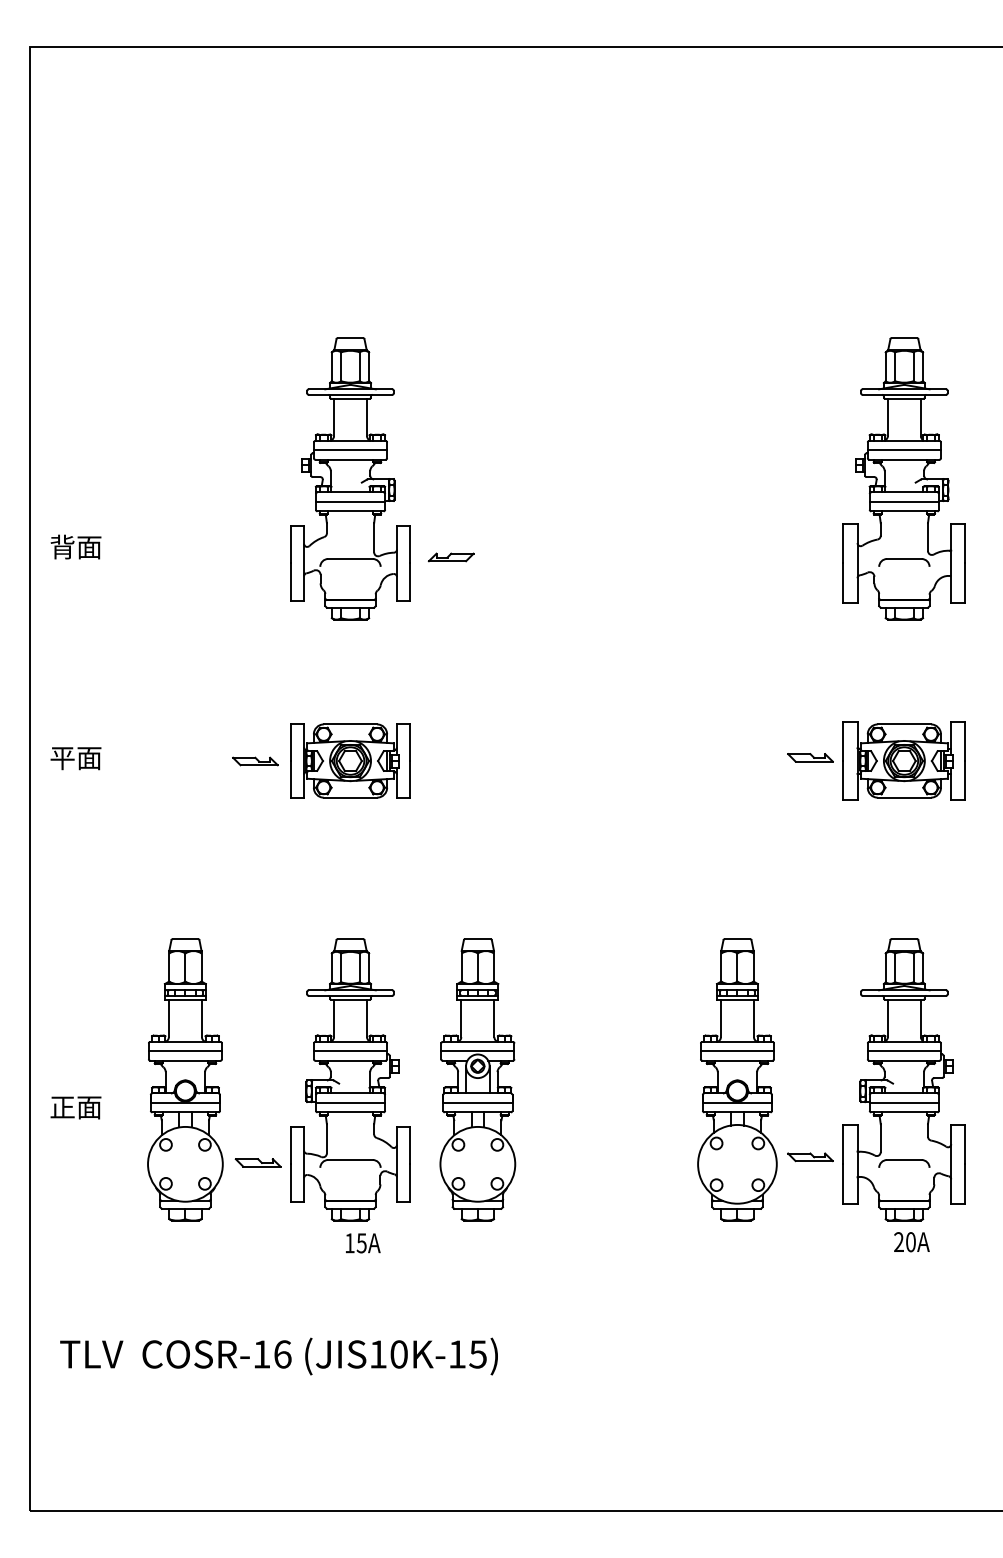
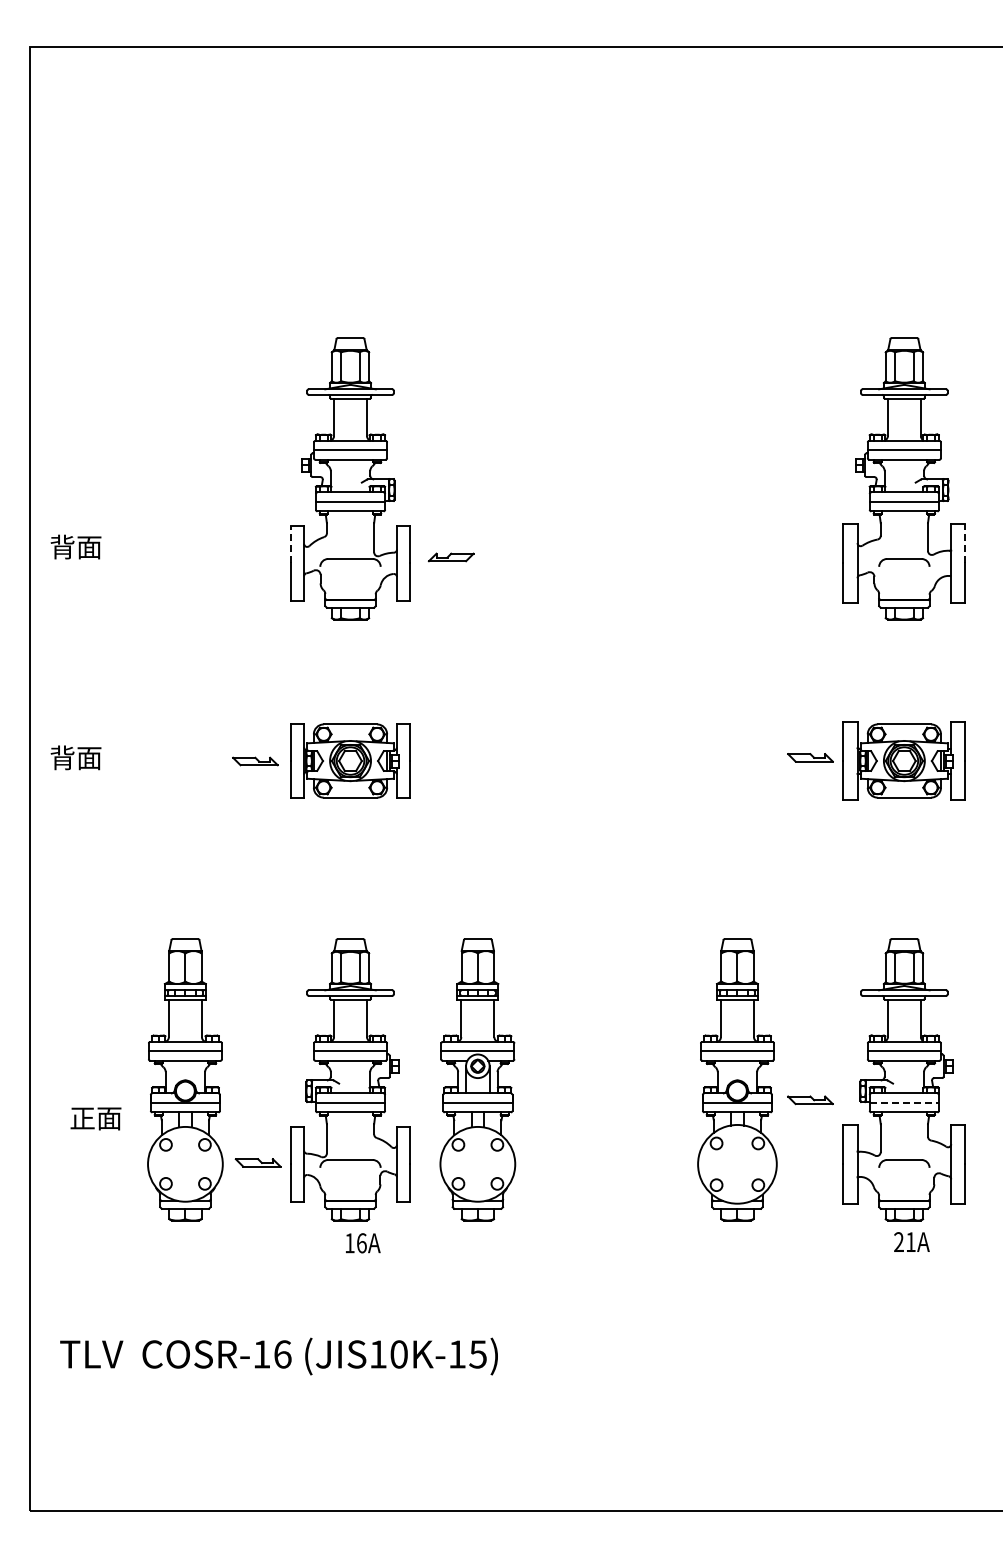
line at (965, 543): solid -> dashed
line at (291, 544): solid -> dashed
text at (62, 757): 平面 -> 背面
line at (904, 1102): solid -> dashed
text at (75, 1107) position: (75, 1107) -> (95, 1118)
part at (810, 1157) position: (810, 1157) -> (810, 1100)
text at (910, 1242): 20A -> 21A
text at (361, 1243): 15A -> 16A
